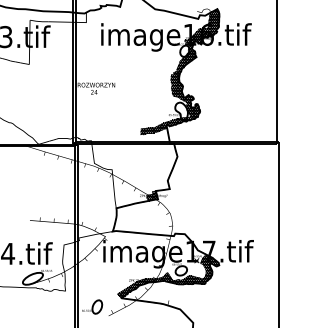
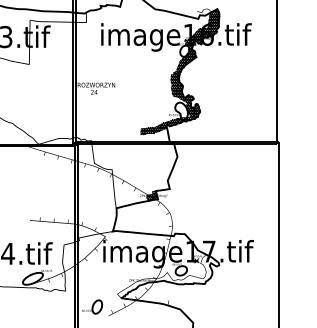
hatch at (168, 277): present -> none
